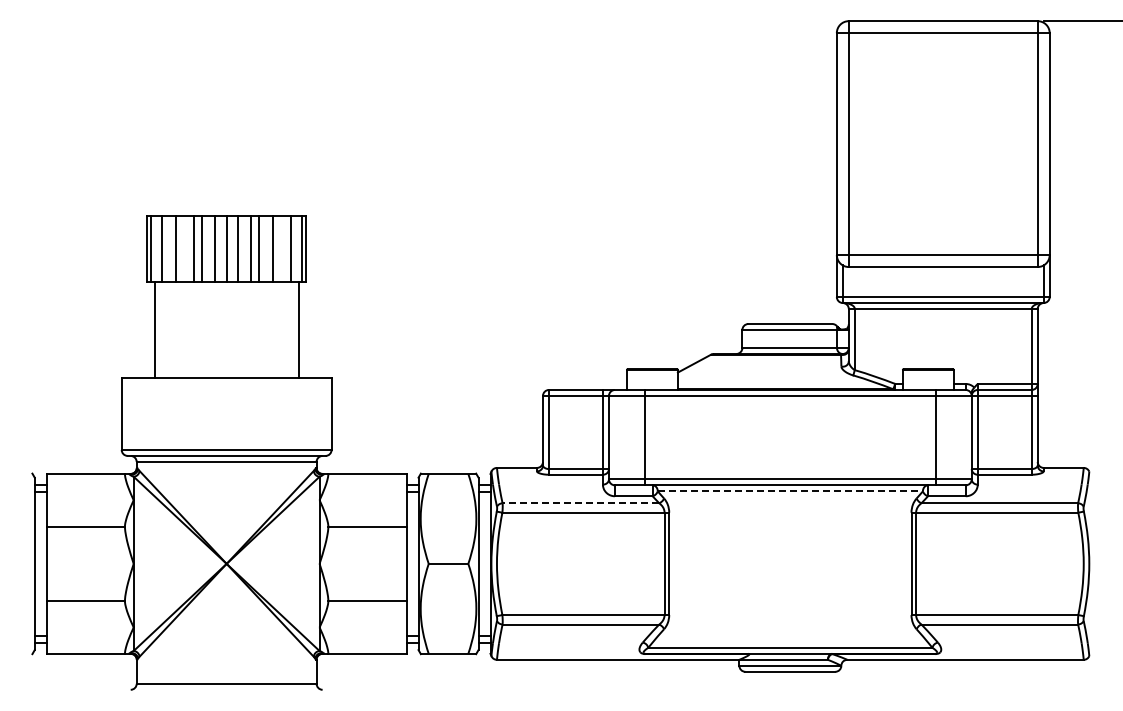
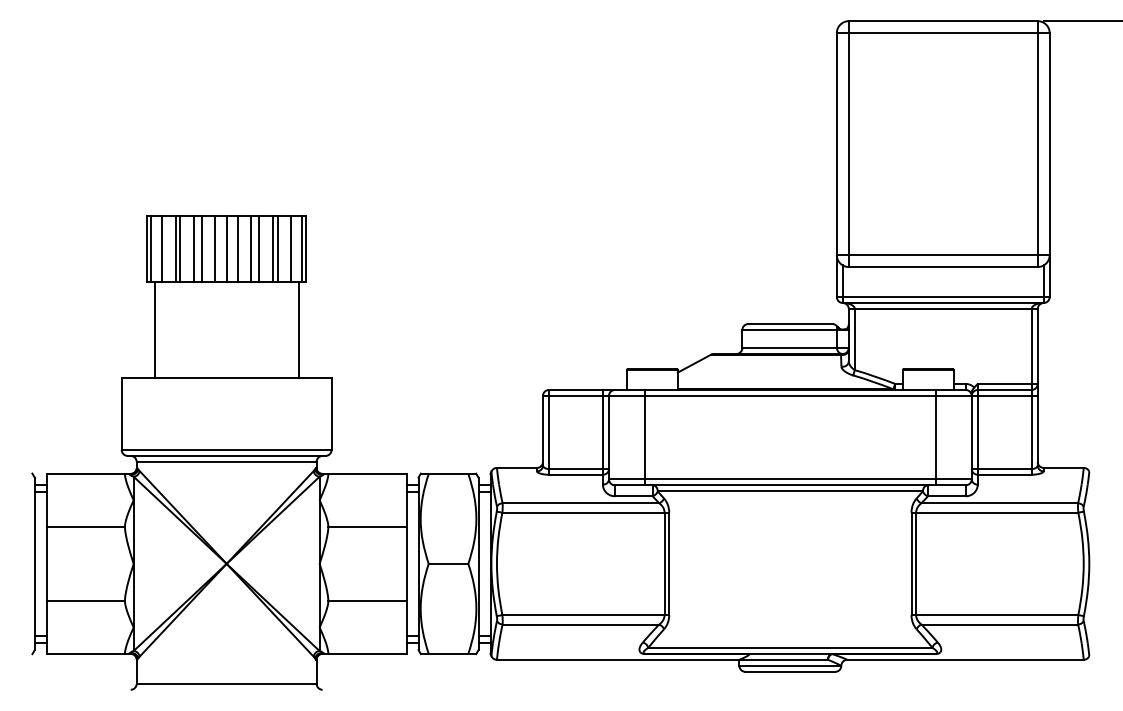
line at (179, 249): none -> present
line at (277, 249): none -> present
line at (790, 491): dashed -> solid
line at (580, 503): dashed -> solid
